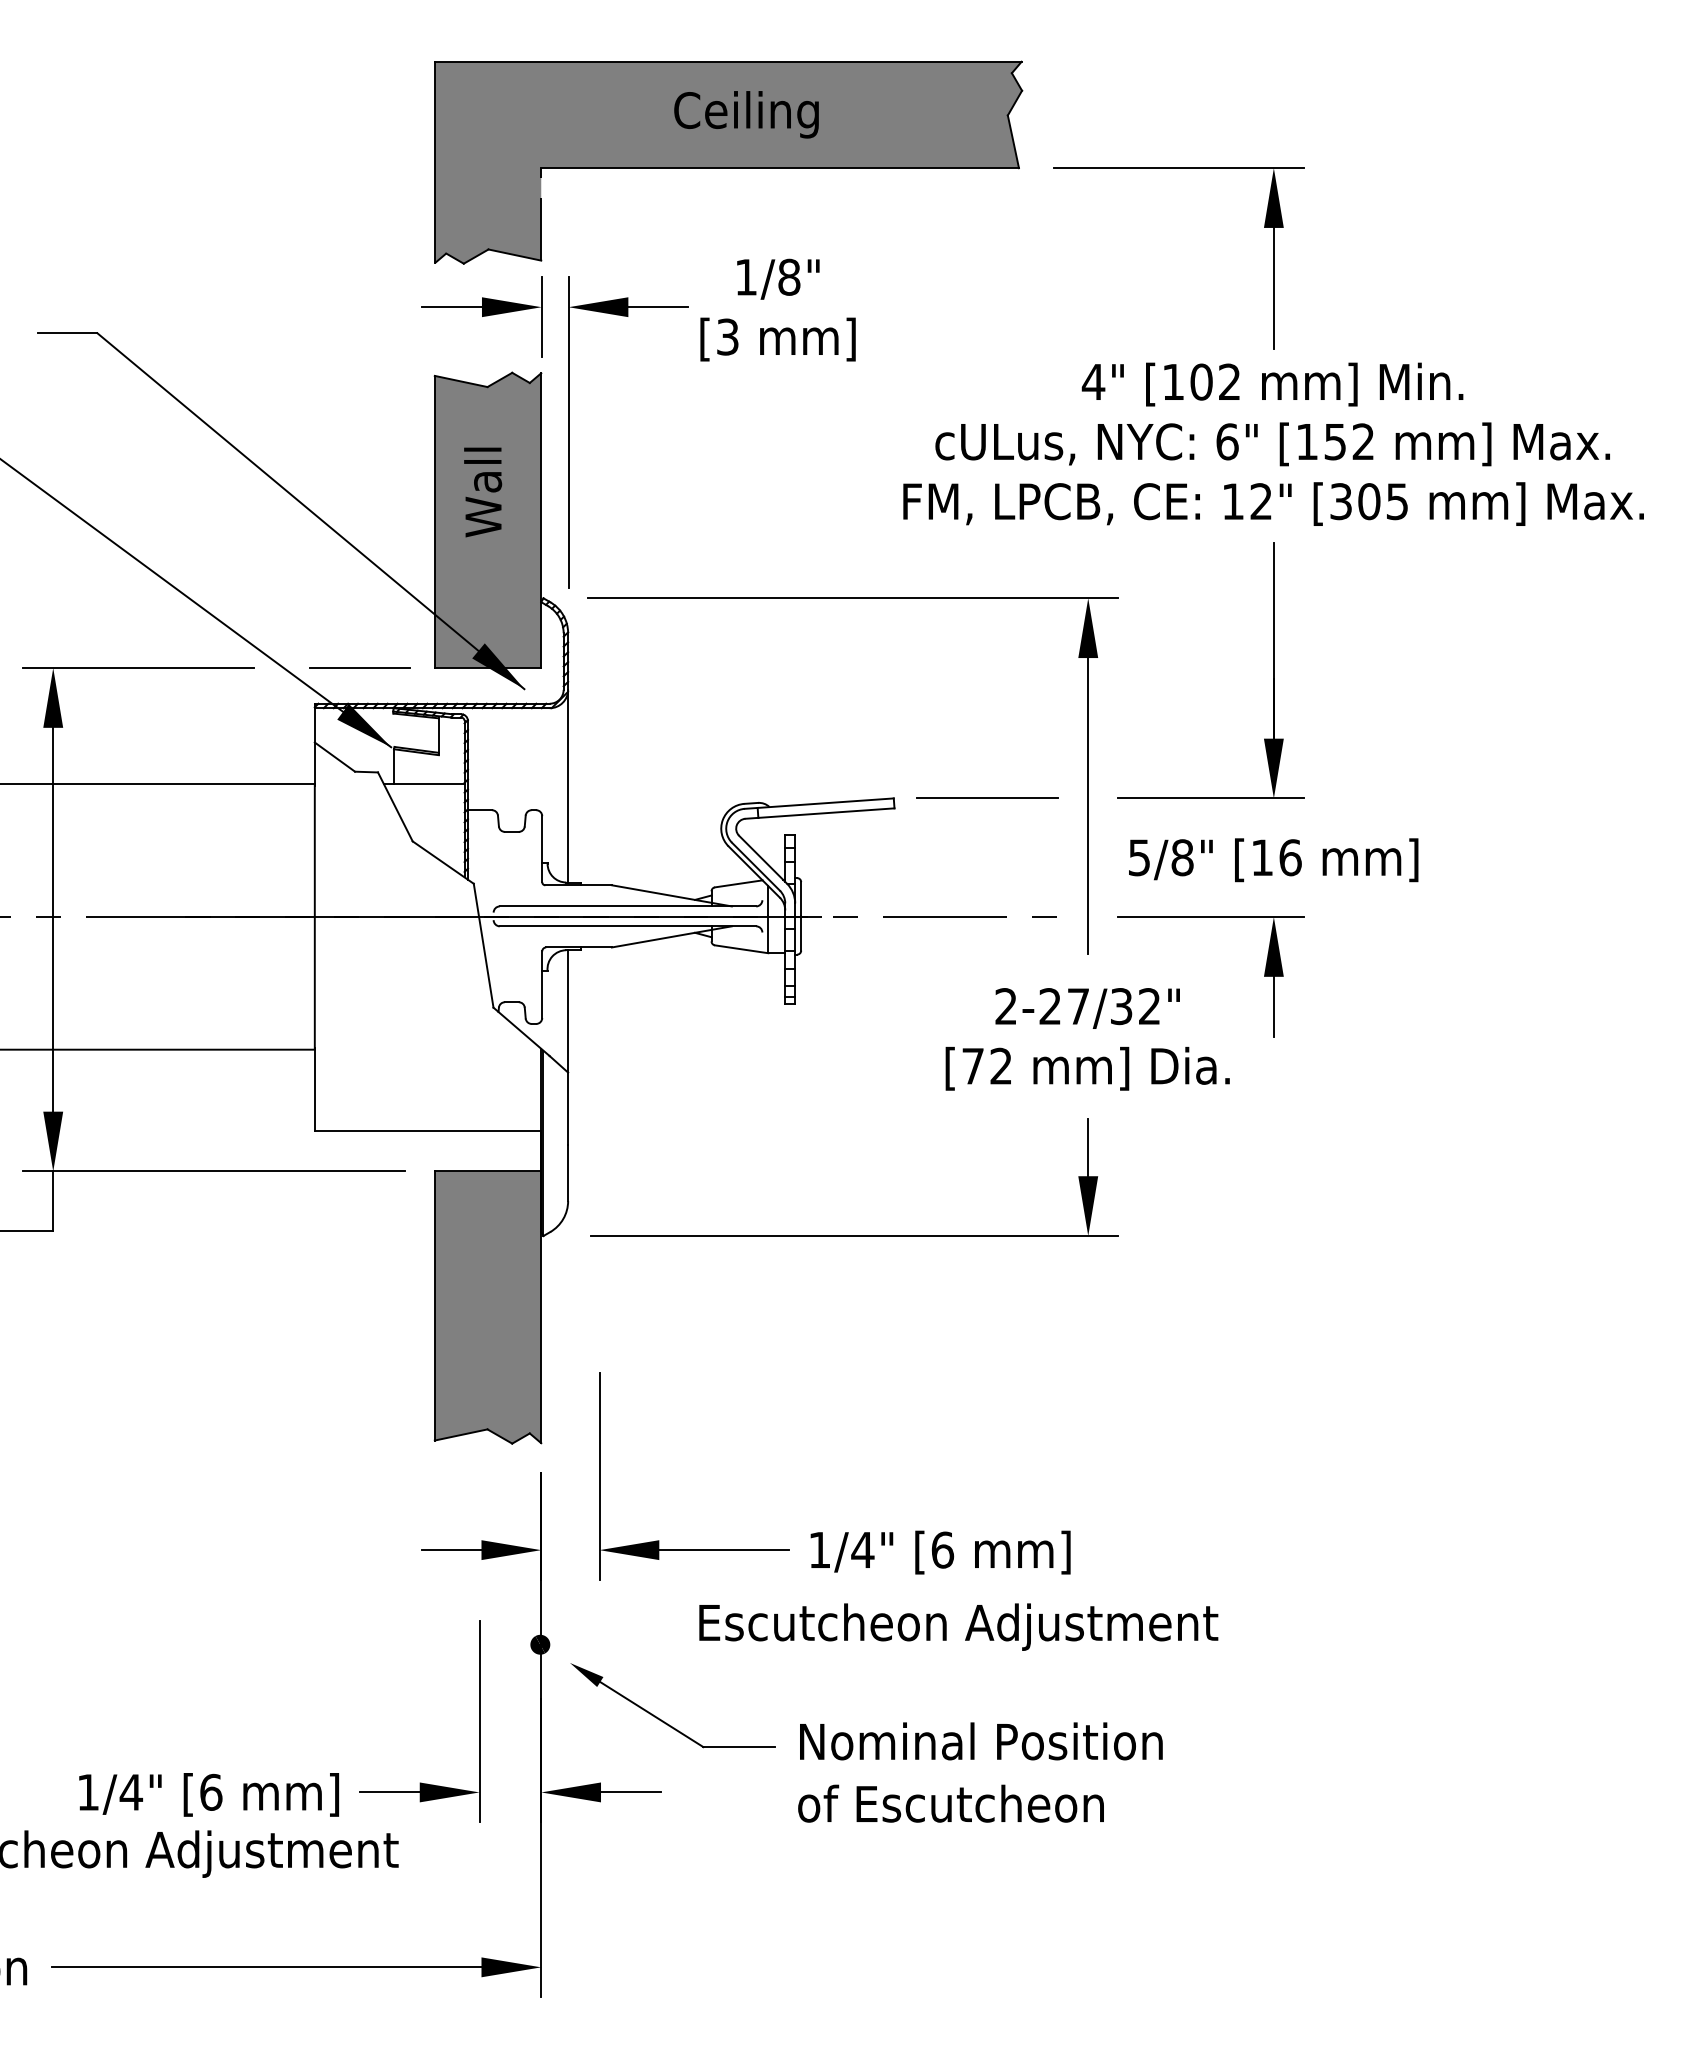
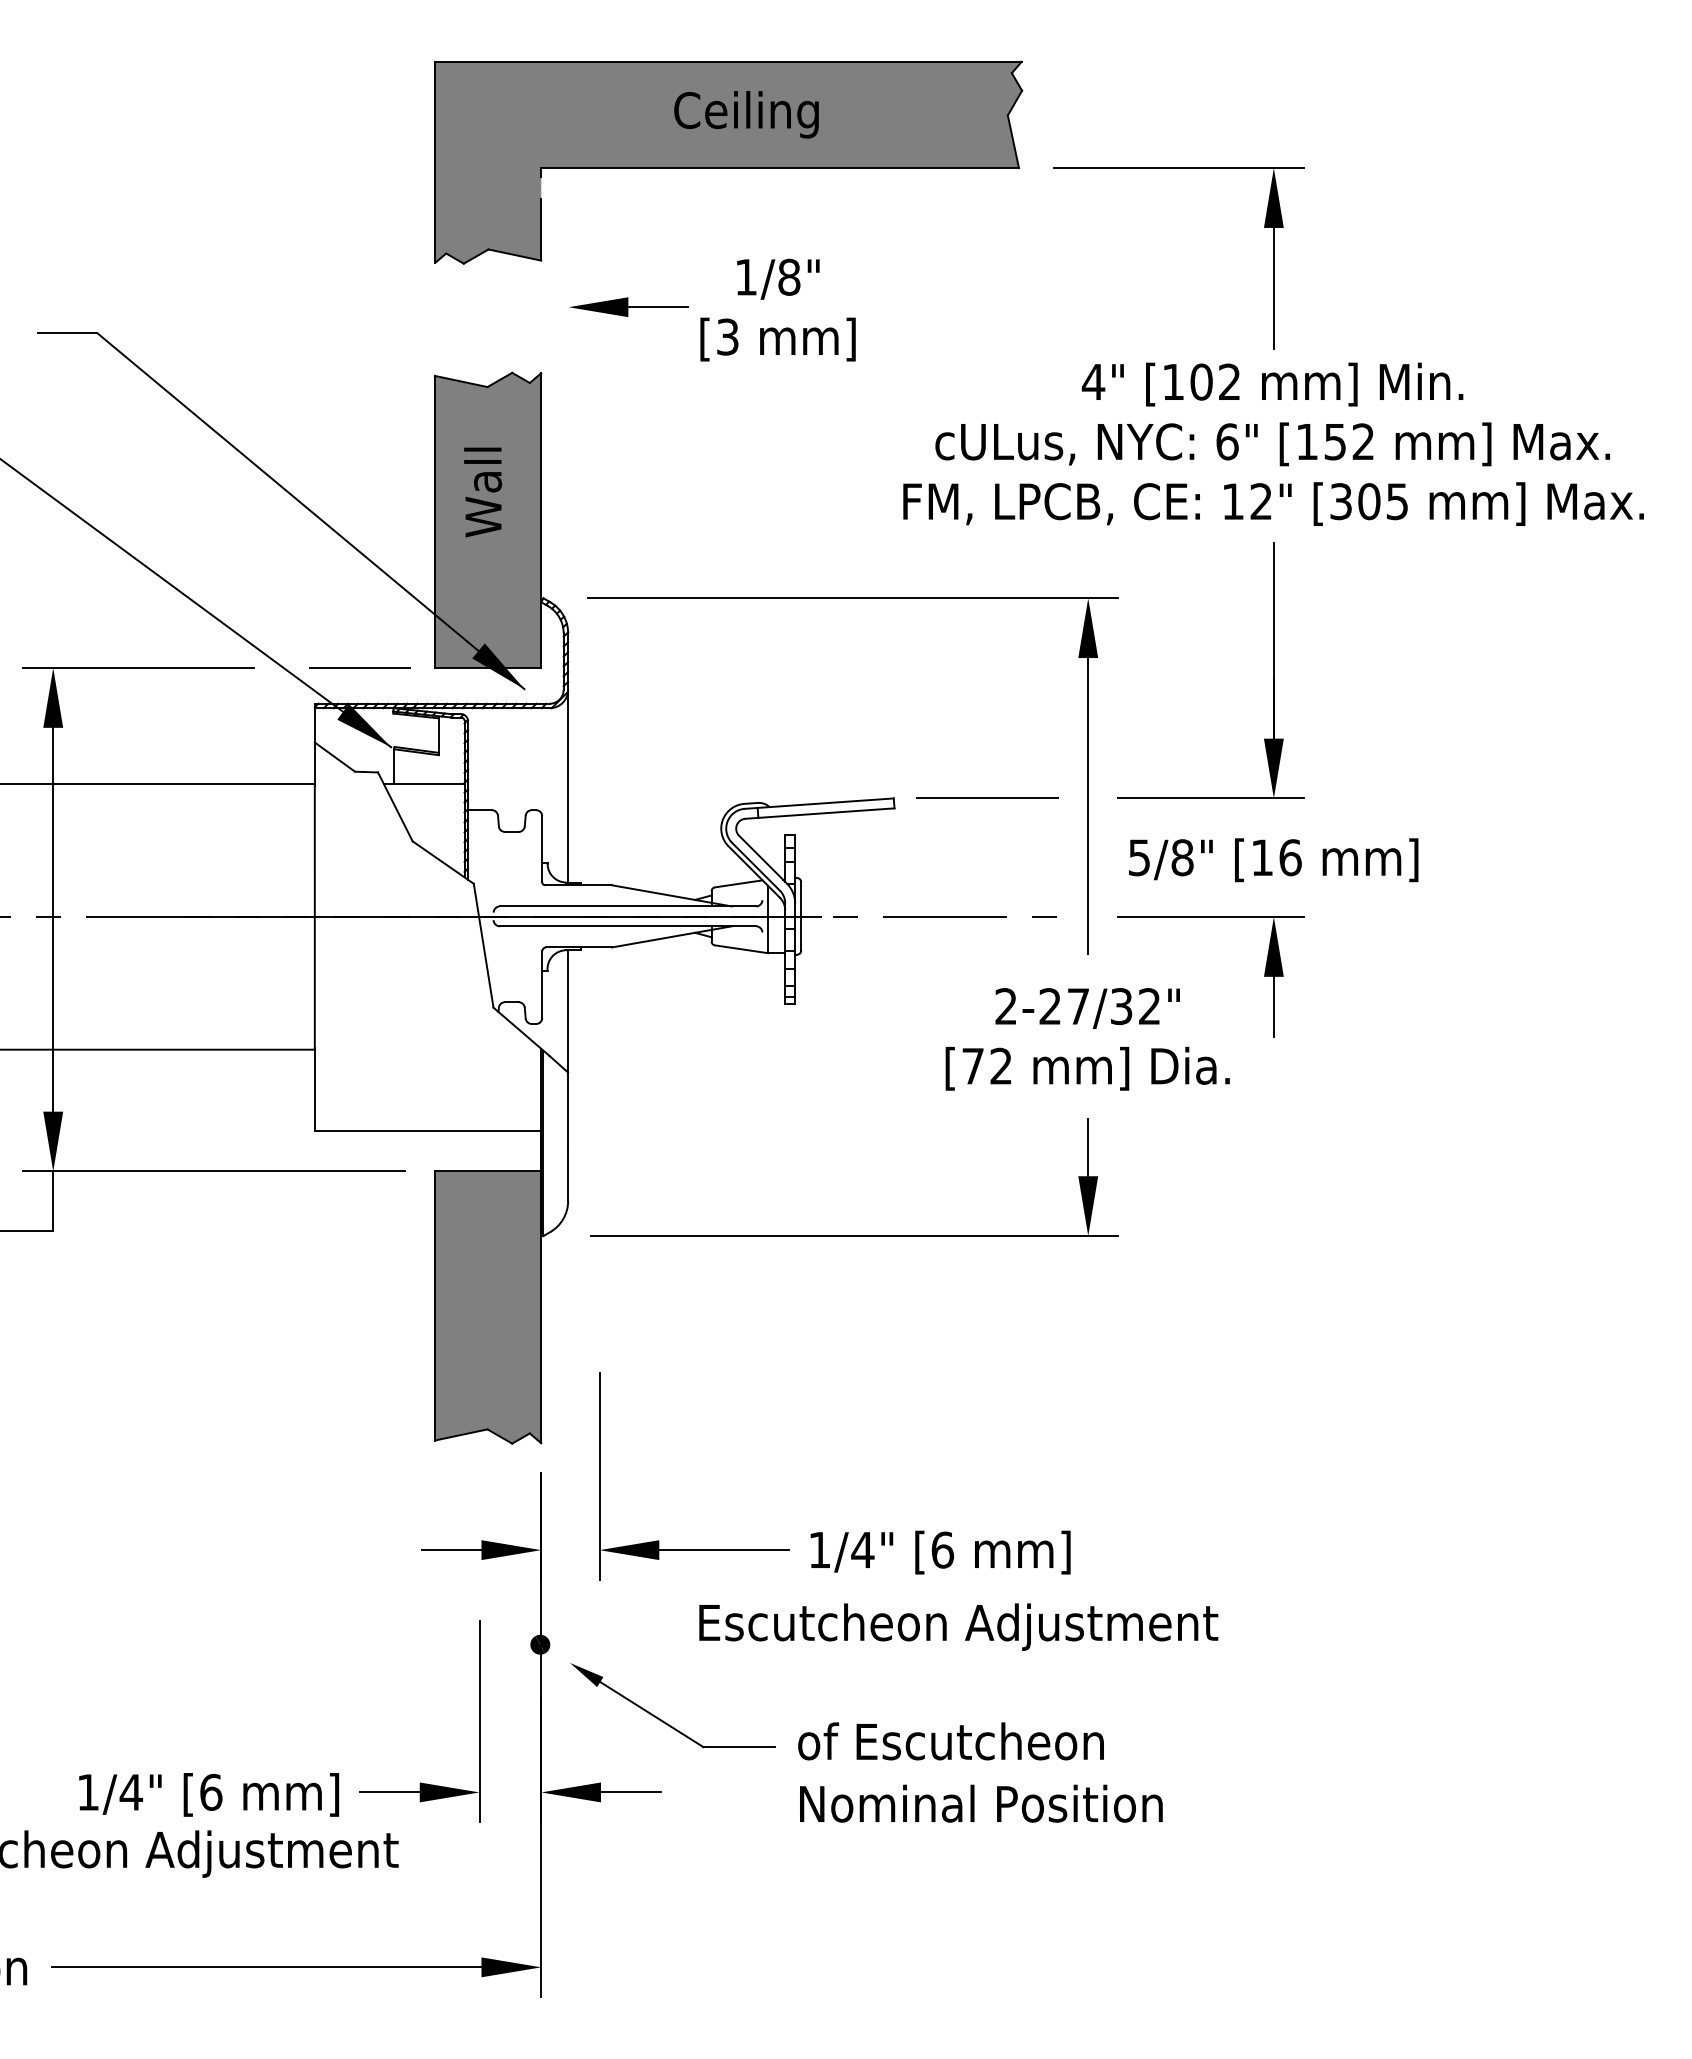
part at (481, 316): present -> none
line at (568, 432): present -> none
text at (980, 1741): Nominal Position -> of Escutcheon
text at (980, 1803): of Escutcheon -> Nominal Position
